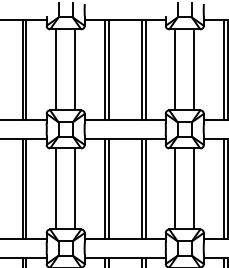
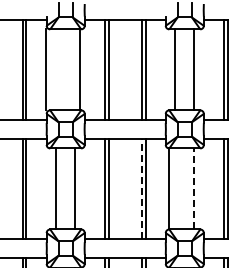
line at (56, 69) position: (56, 69) -> (46, 69)
line at (75, 69) position: (75, 69) -> (80, 69)
line at (141, 188): solid -> dashed
line at (175, 188) position: (175, 188) -> (169, 188)
line at (194, 188): solid -> dashed
